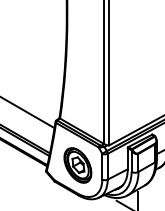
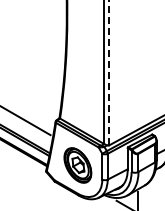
line at (109, 72): solid -> dashed
line at (28, 113) position: (28, 113) -> (26, 121)
